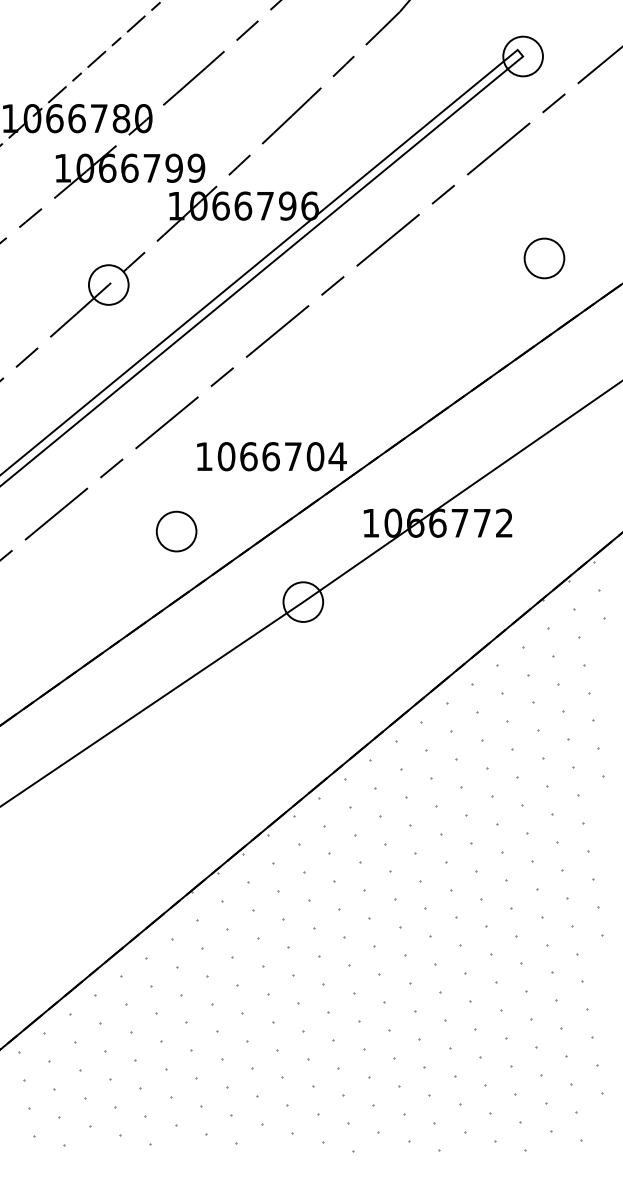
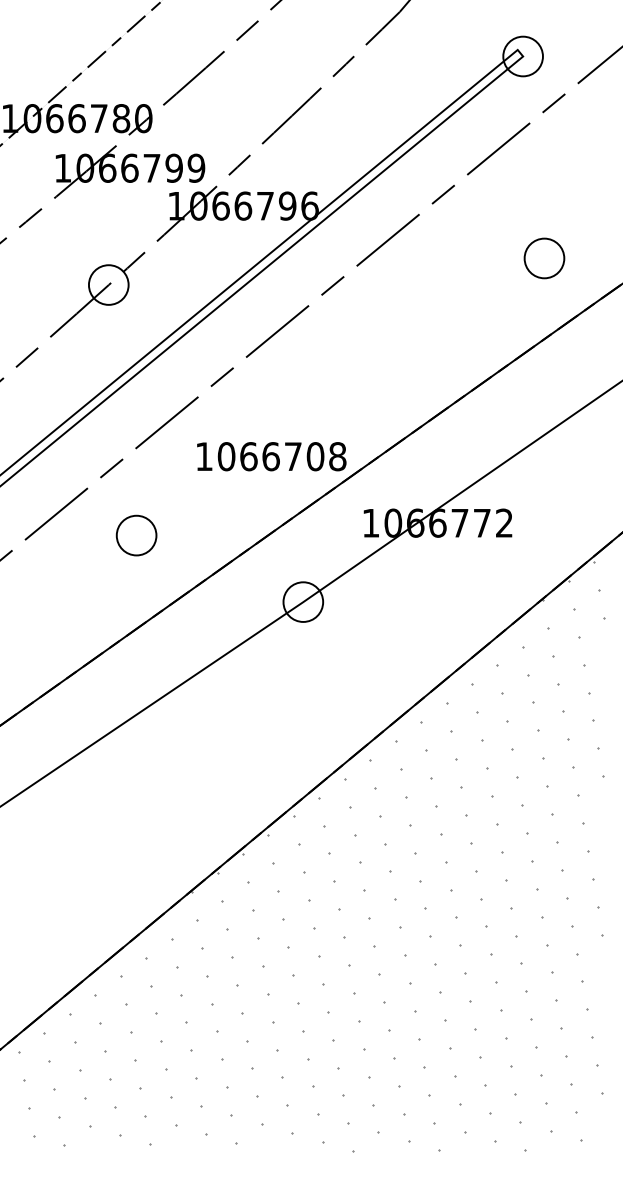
text at (337, 456): 1066704 -> 1066708
part at (176, 531) position: (176, 531) -> (136, 535)
